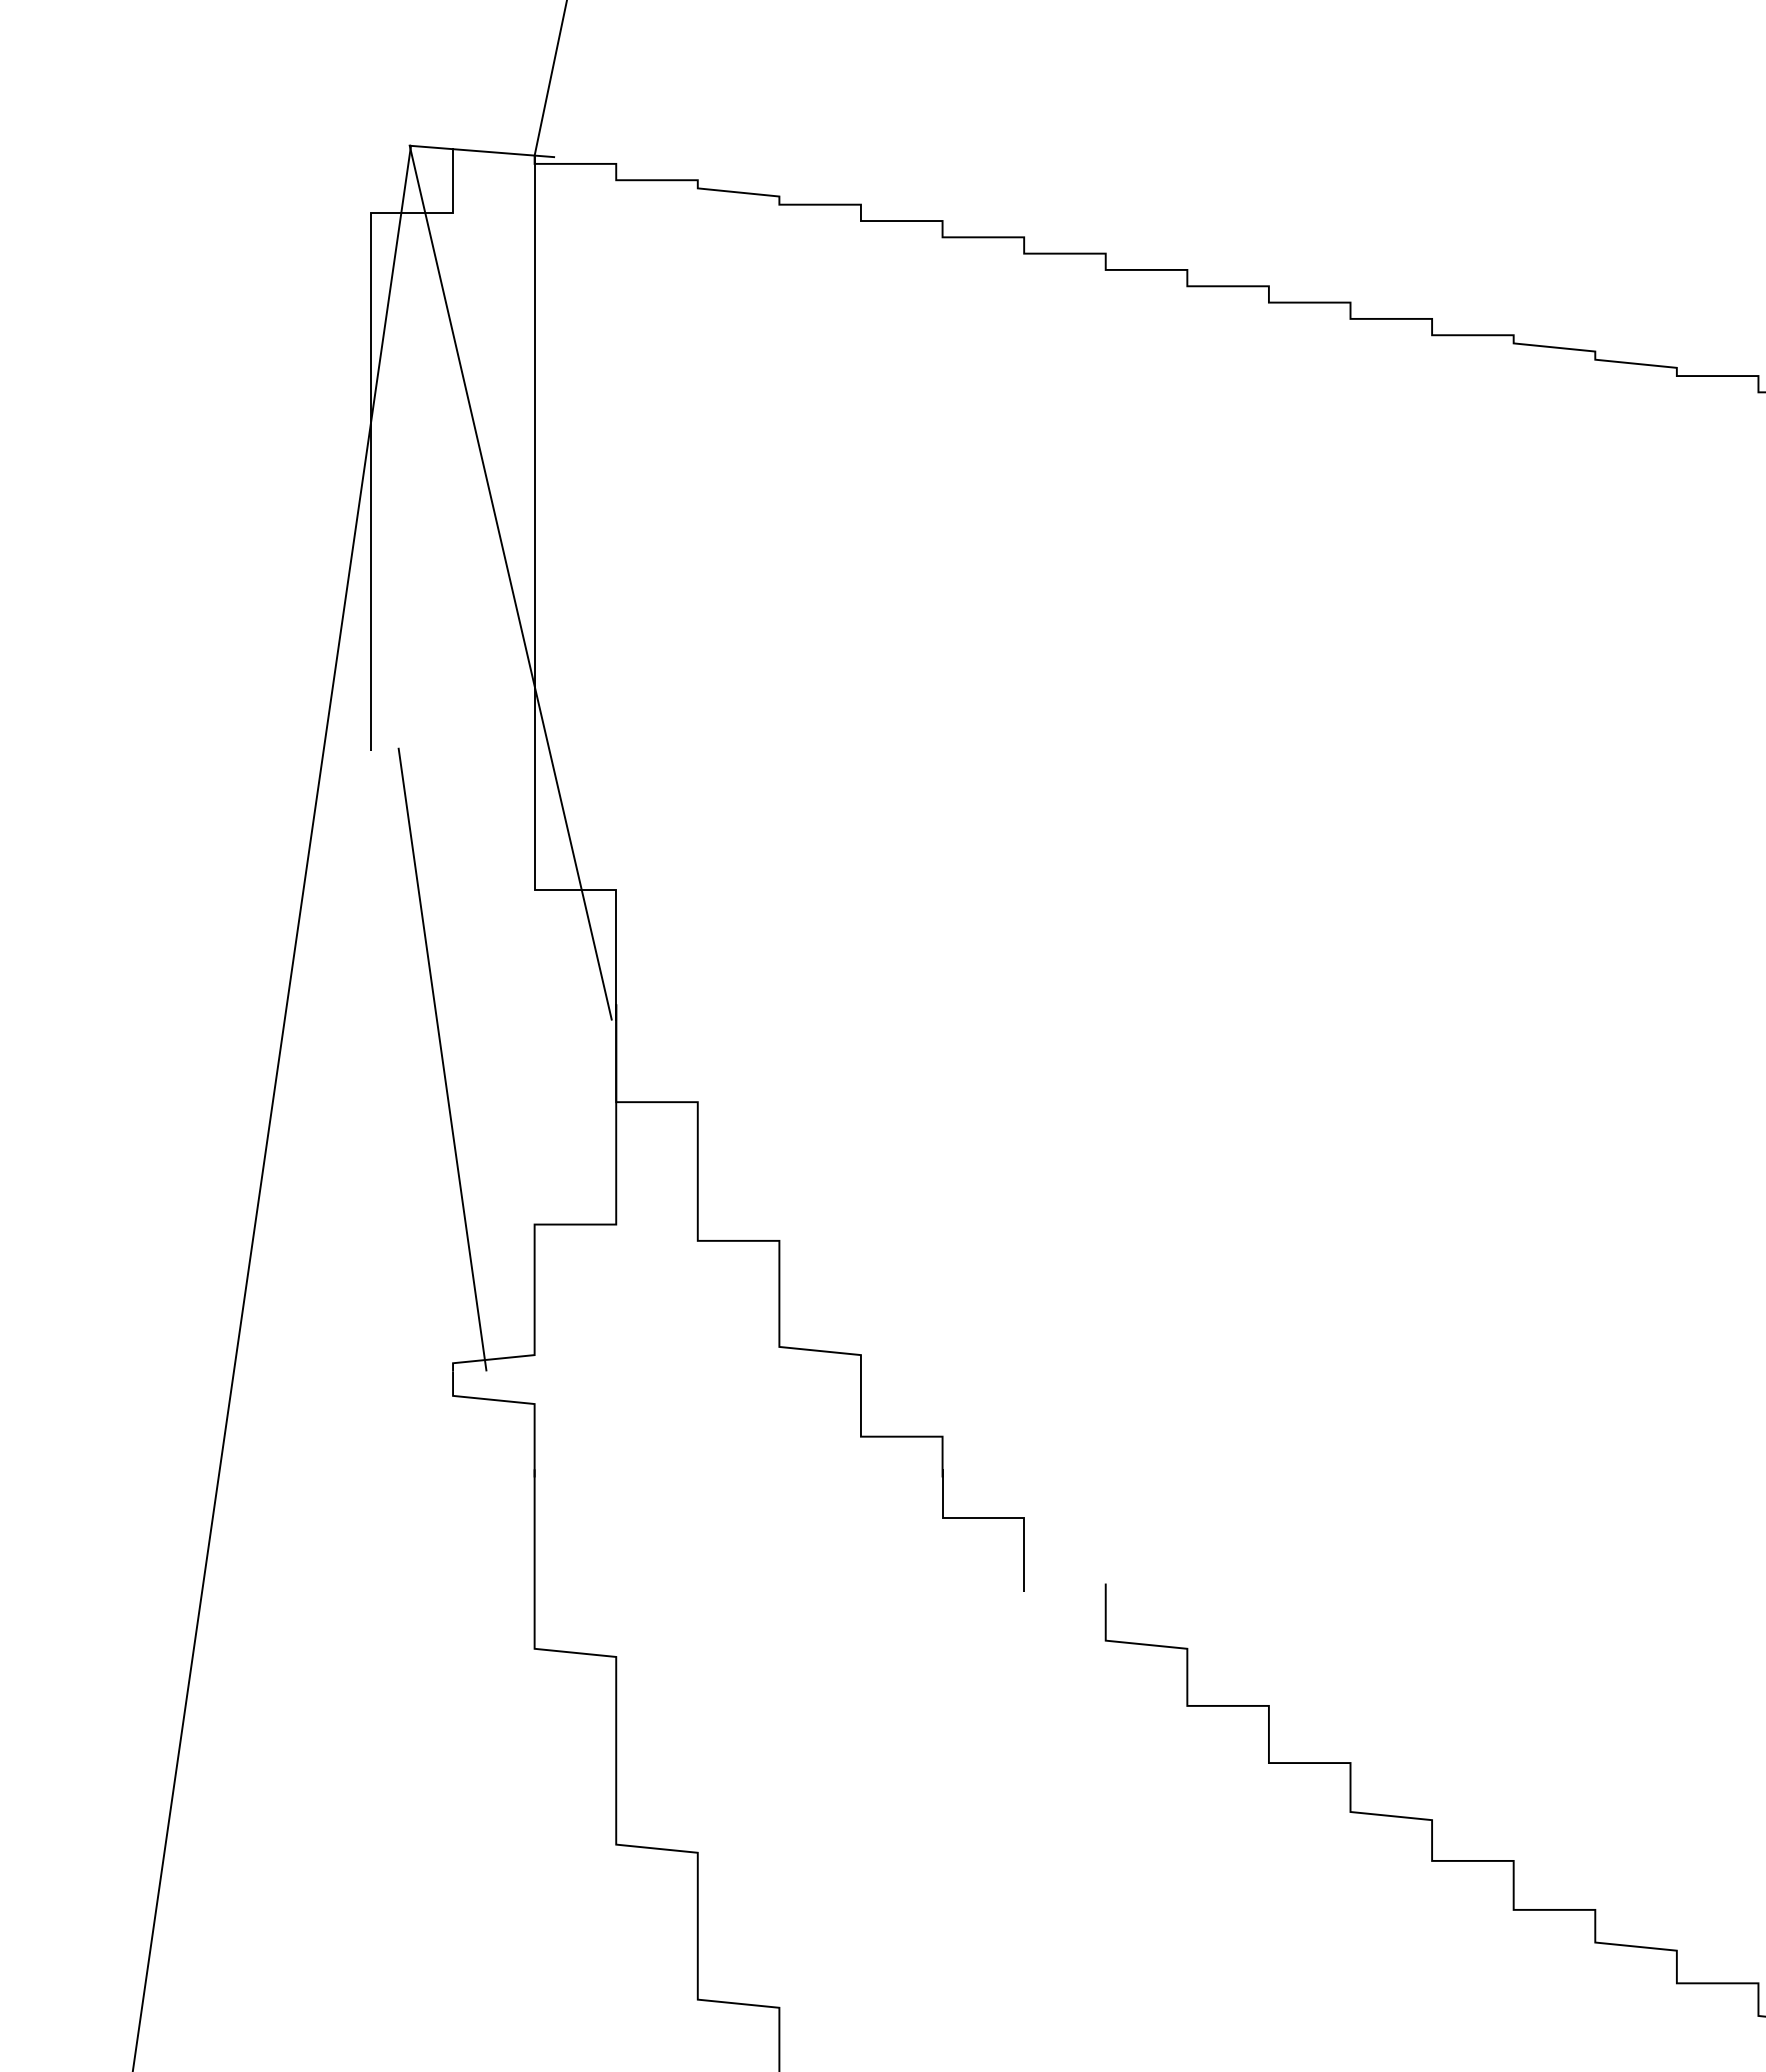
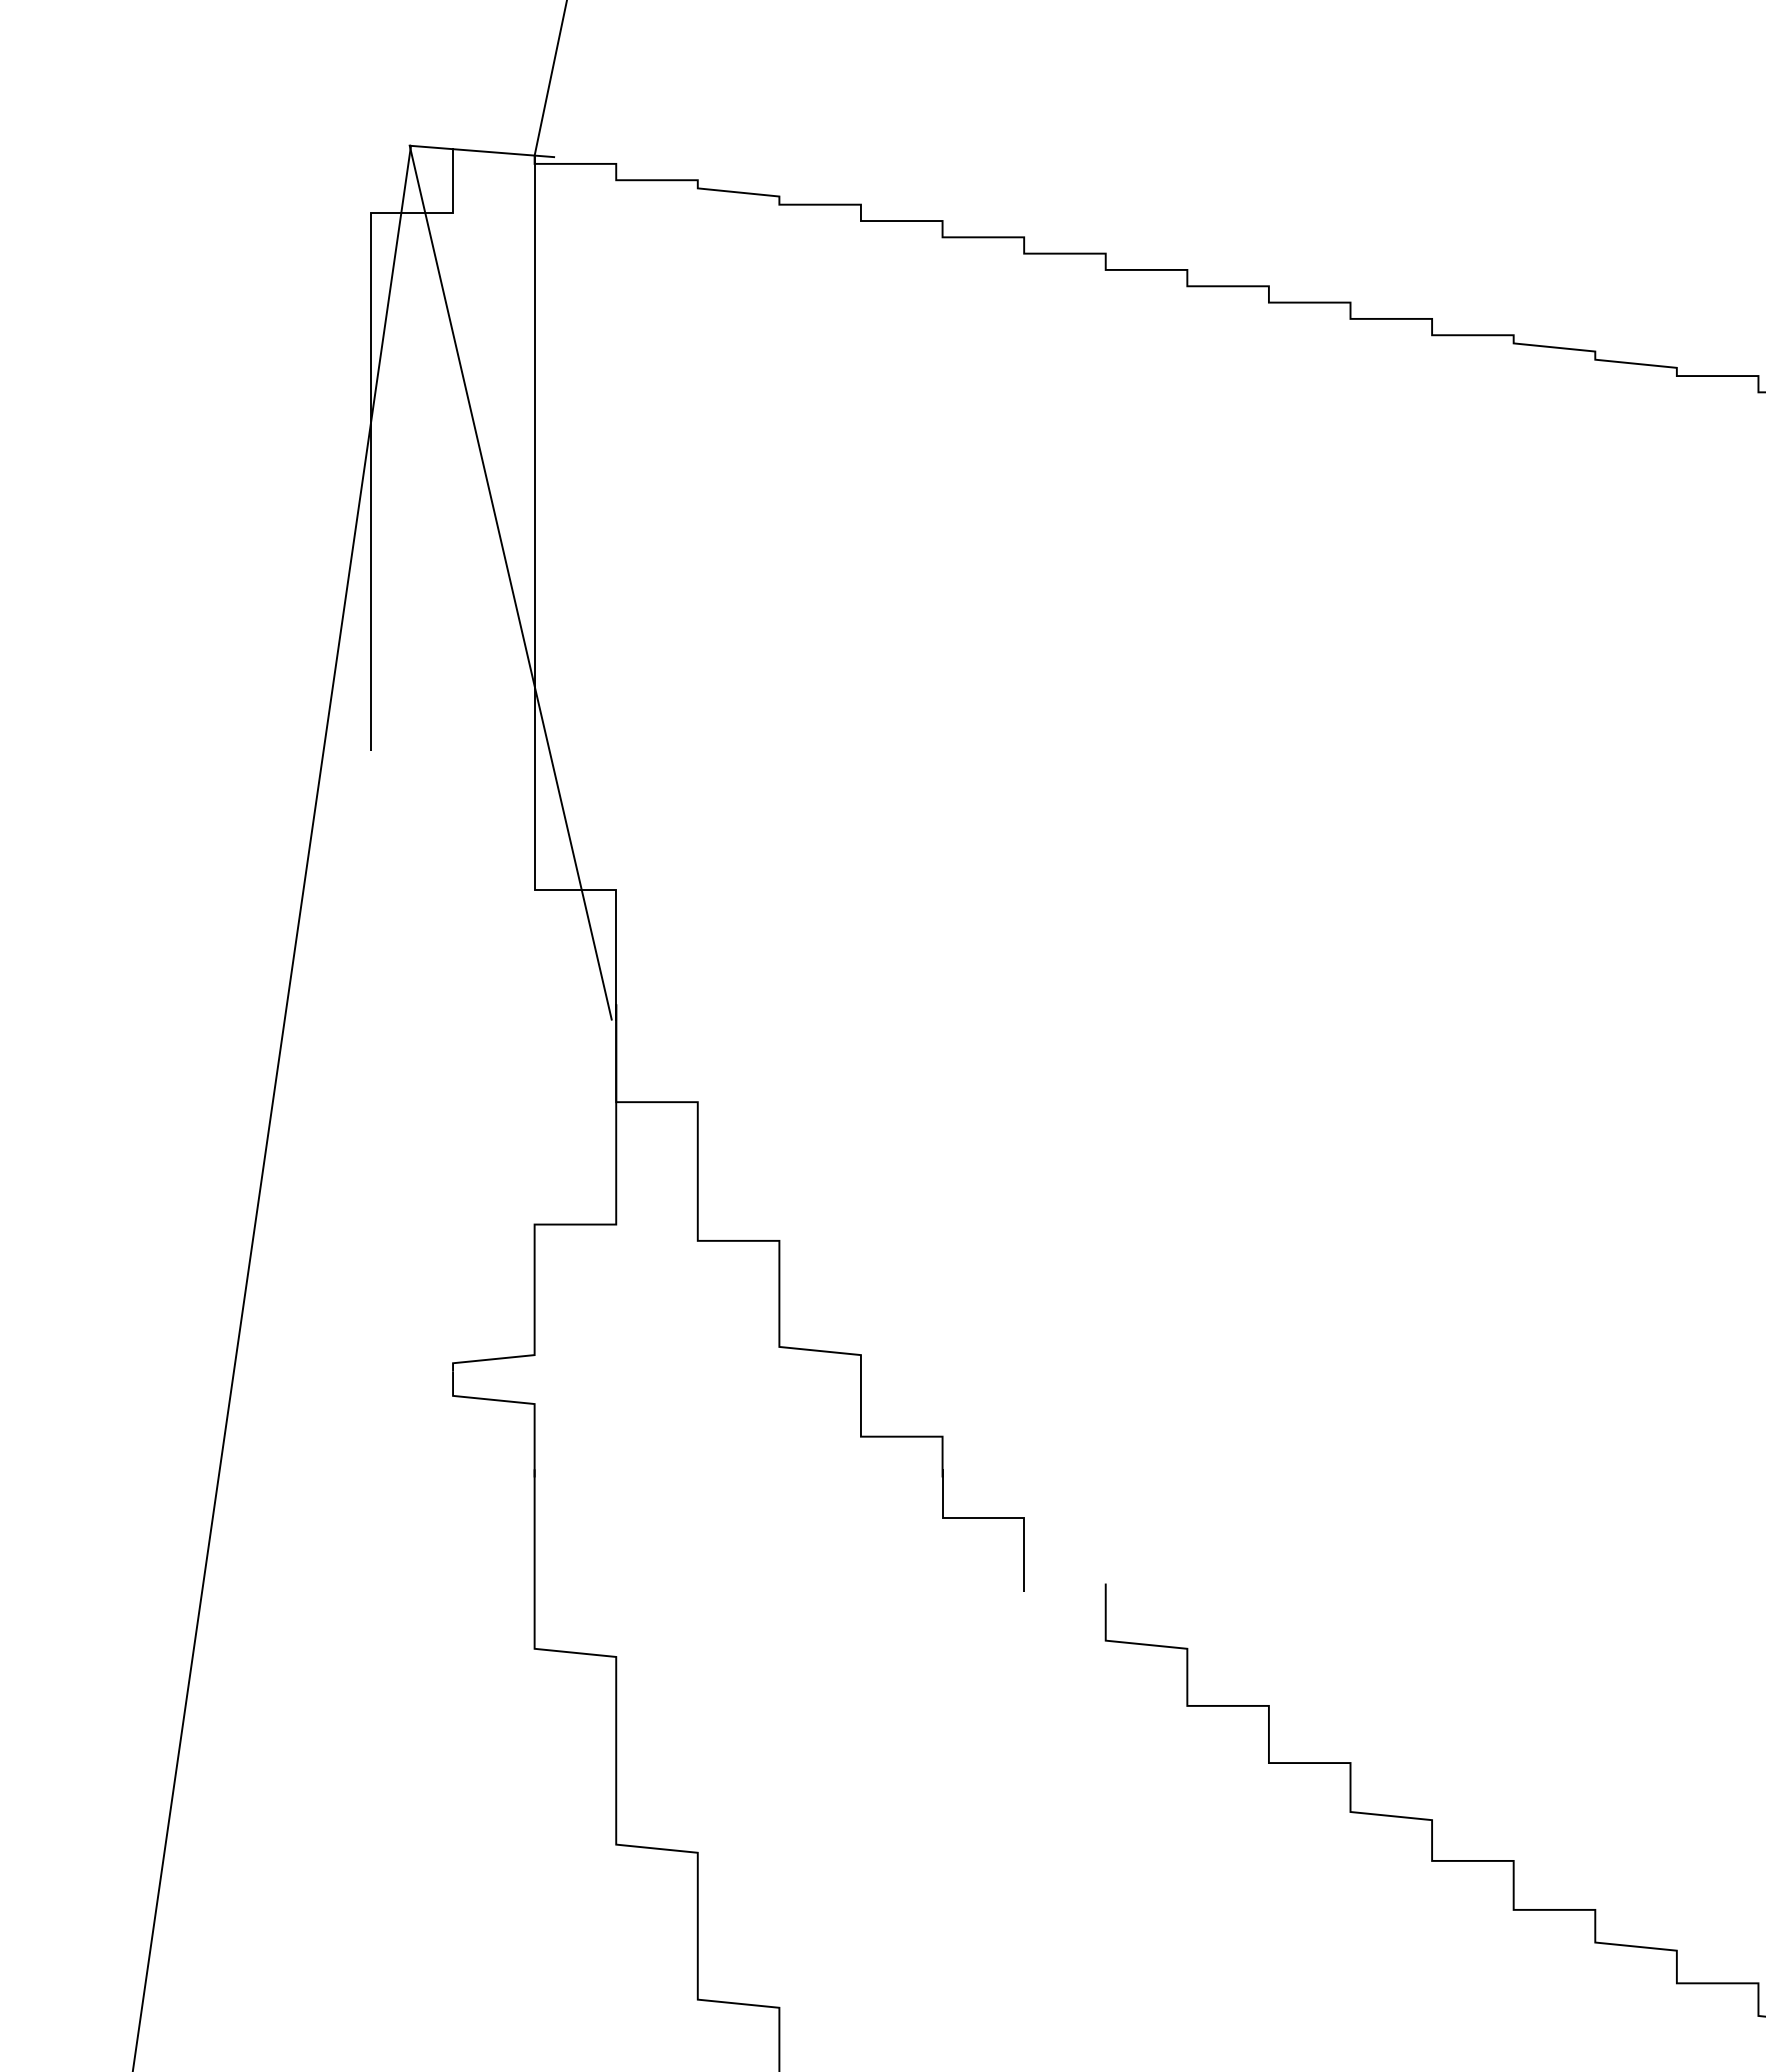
line at (442, 1059): present -> none
